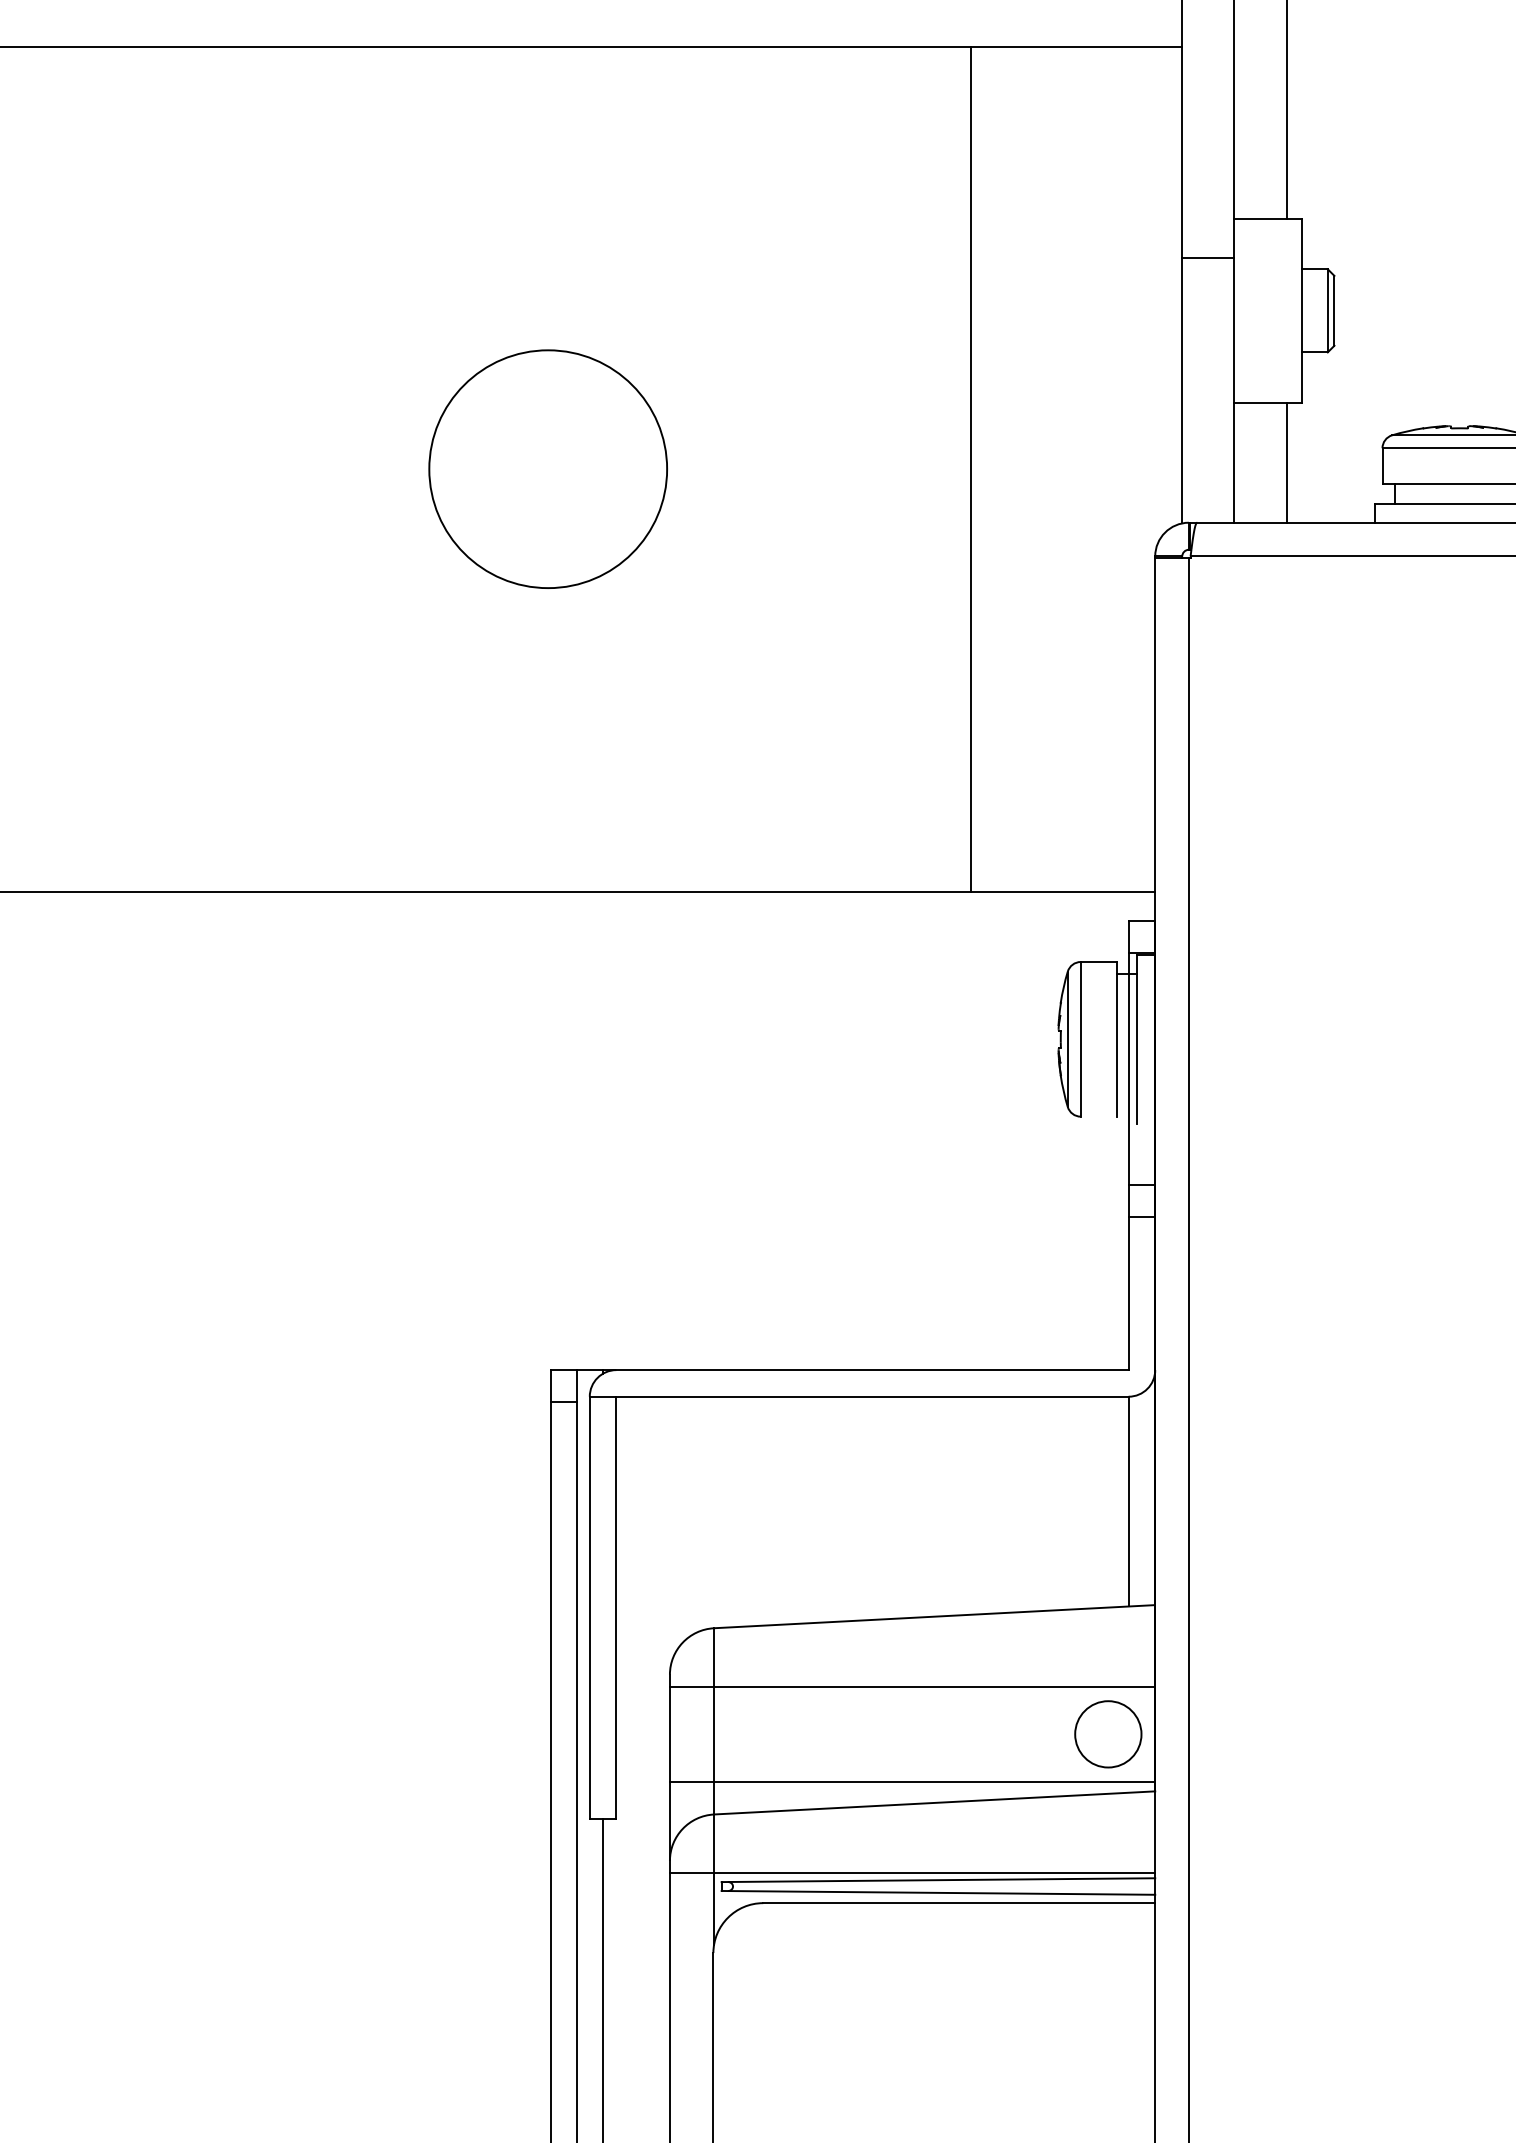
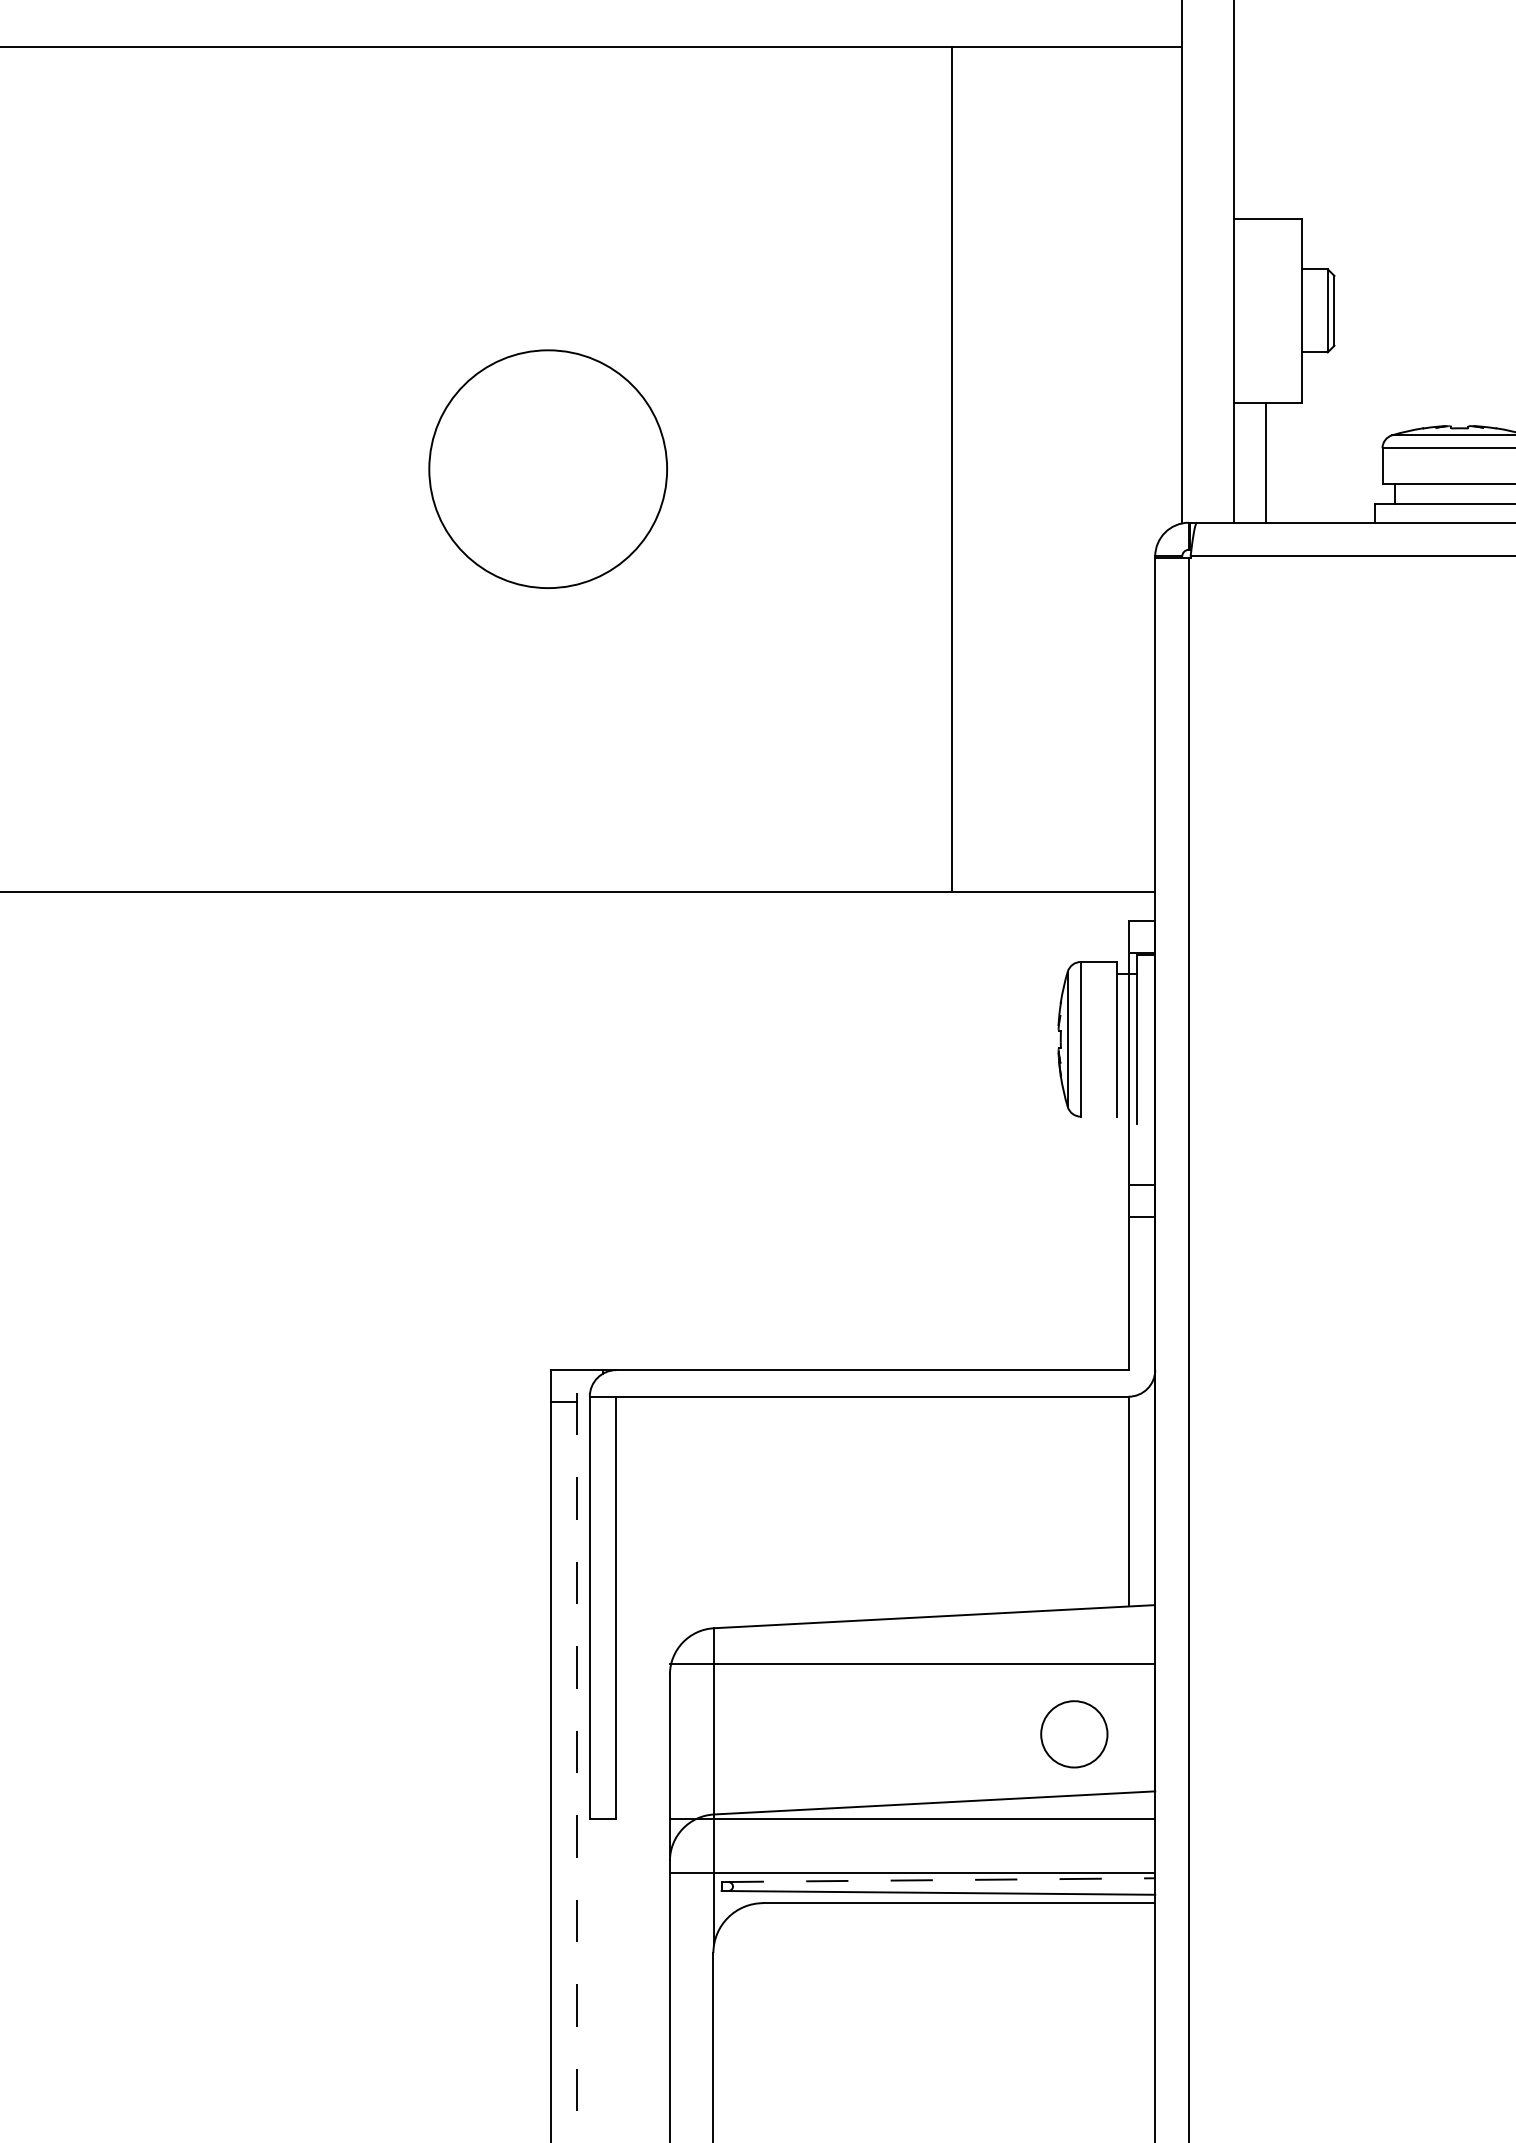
line at (1286, 110): present -> none
line at (1207, 258): present -> none
line at (1286, 462) position: (1286, 462) -> (1265, 462)
line at (970, 468) position: (970, 468) -> (951, 468)
line at (911, 1686) position: (911, 1686) -> (911, 1663)
circle at (1108, 1734) position: (1108, 1734) -> (1074, 1734)
line at (577, 1756): solid -> dashed
line at (911, 1781) position: (911, 1781) -> (911, 1818)
line at (938, 1880): solid -> dashed
line at (603, 1979): present -> none
